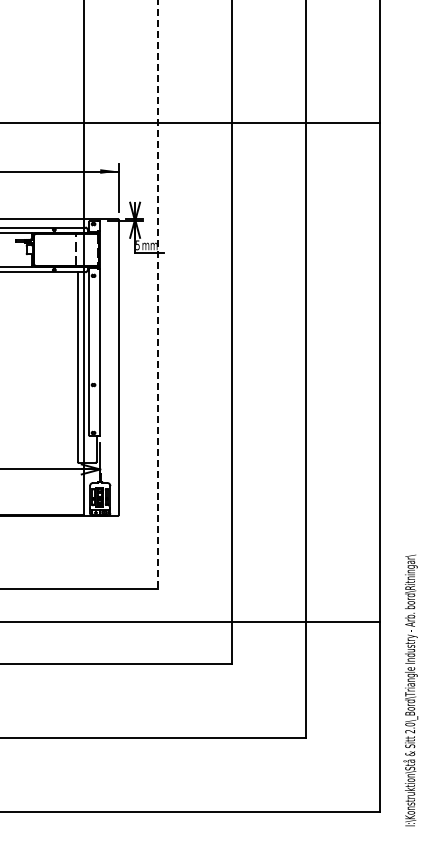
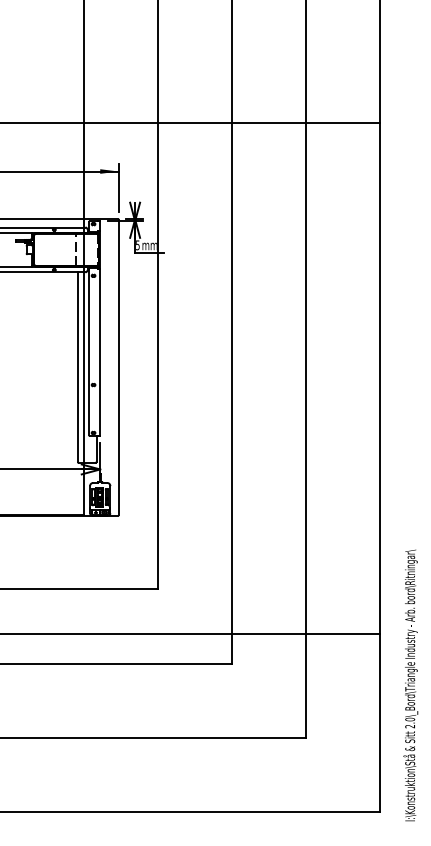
line at (157, 295): dashed -> solid
line at (190, 621) position: (190, 621) -> (190, 633)
text at (410, 690) position: (410, 690) -> (410, 685)
